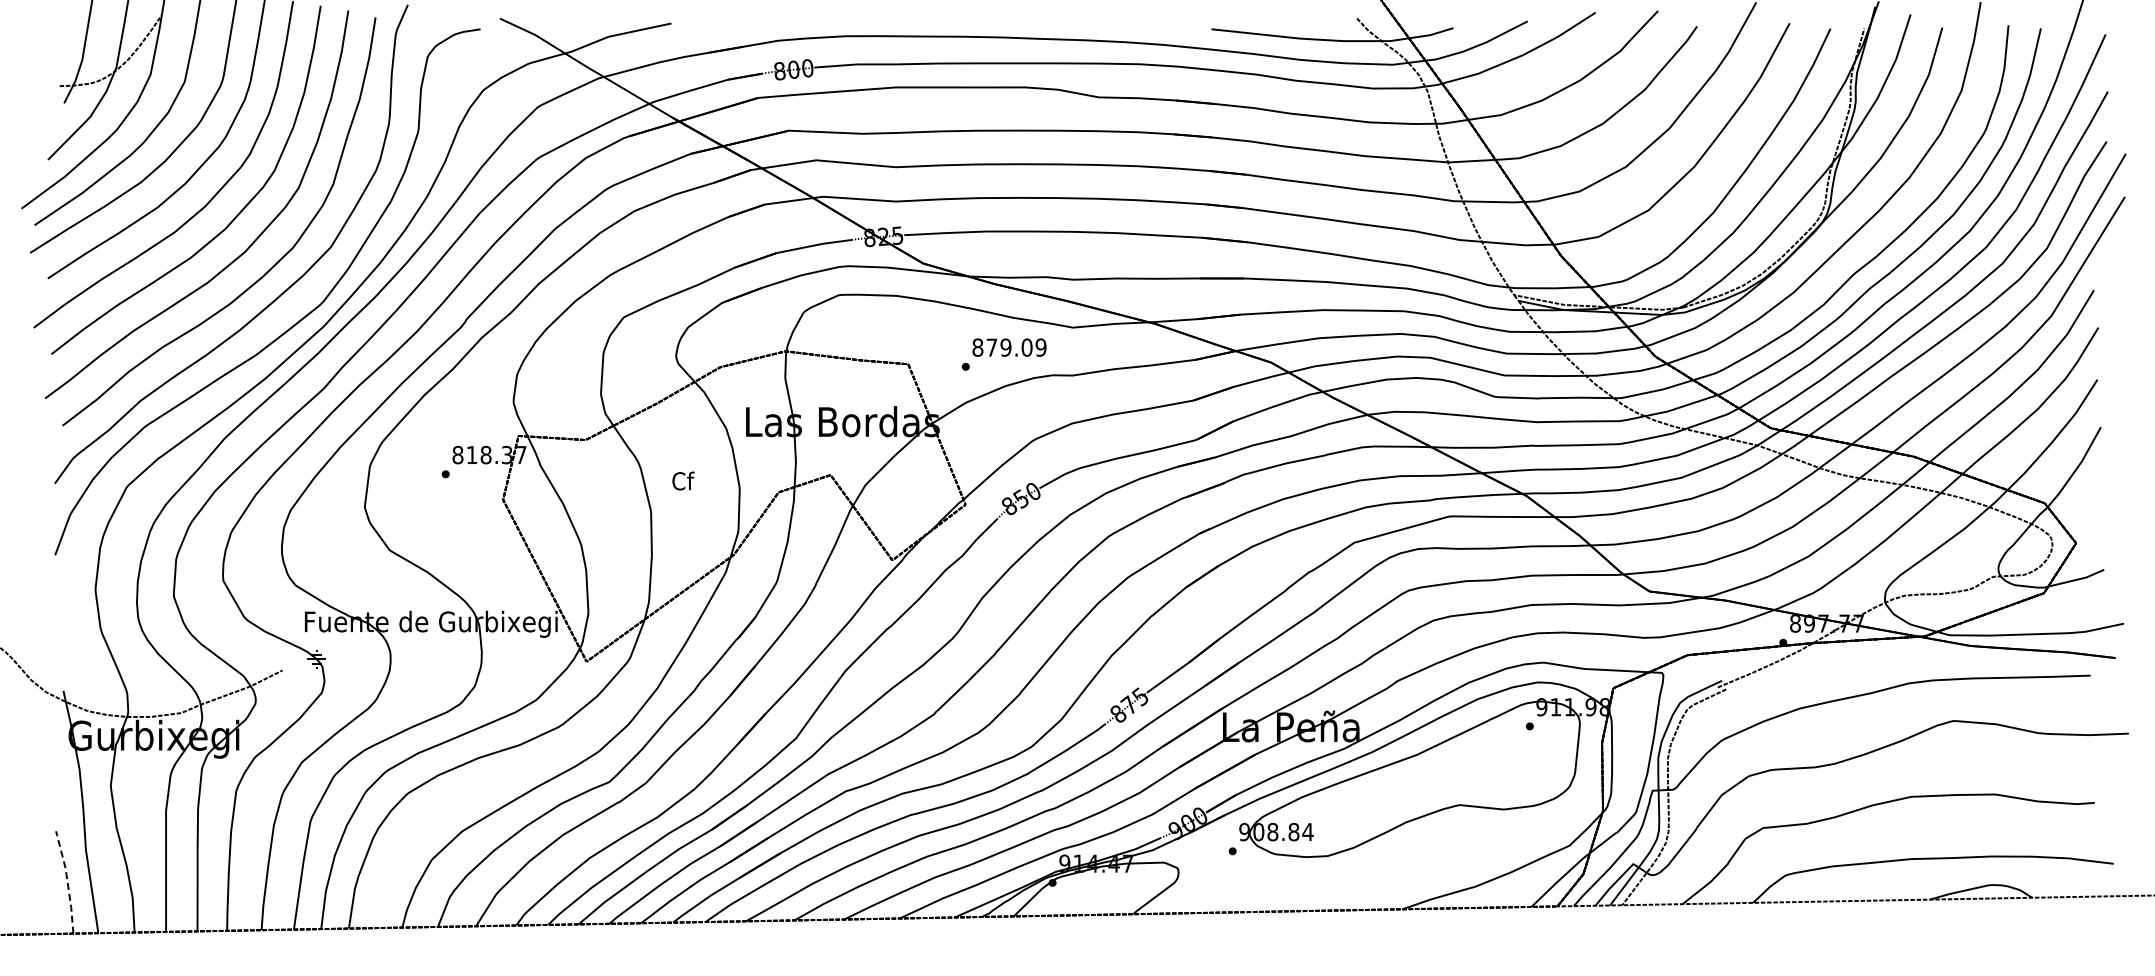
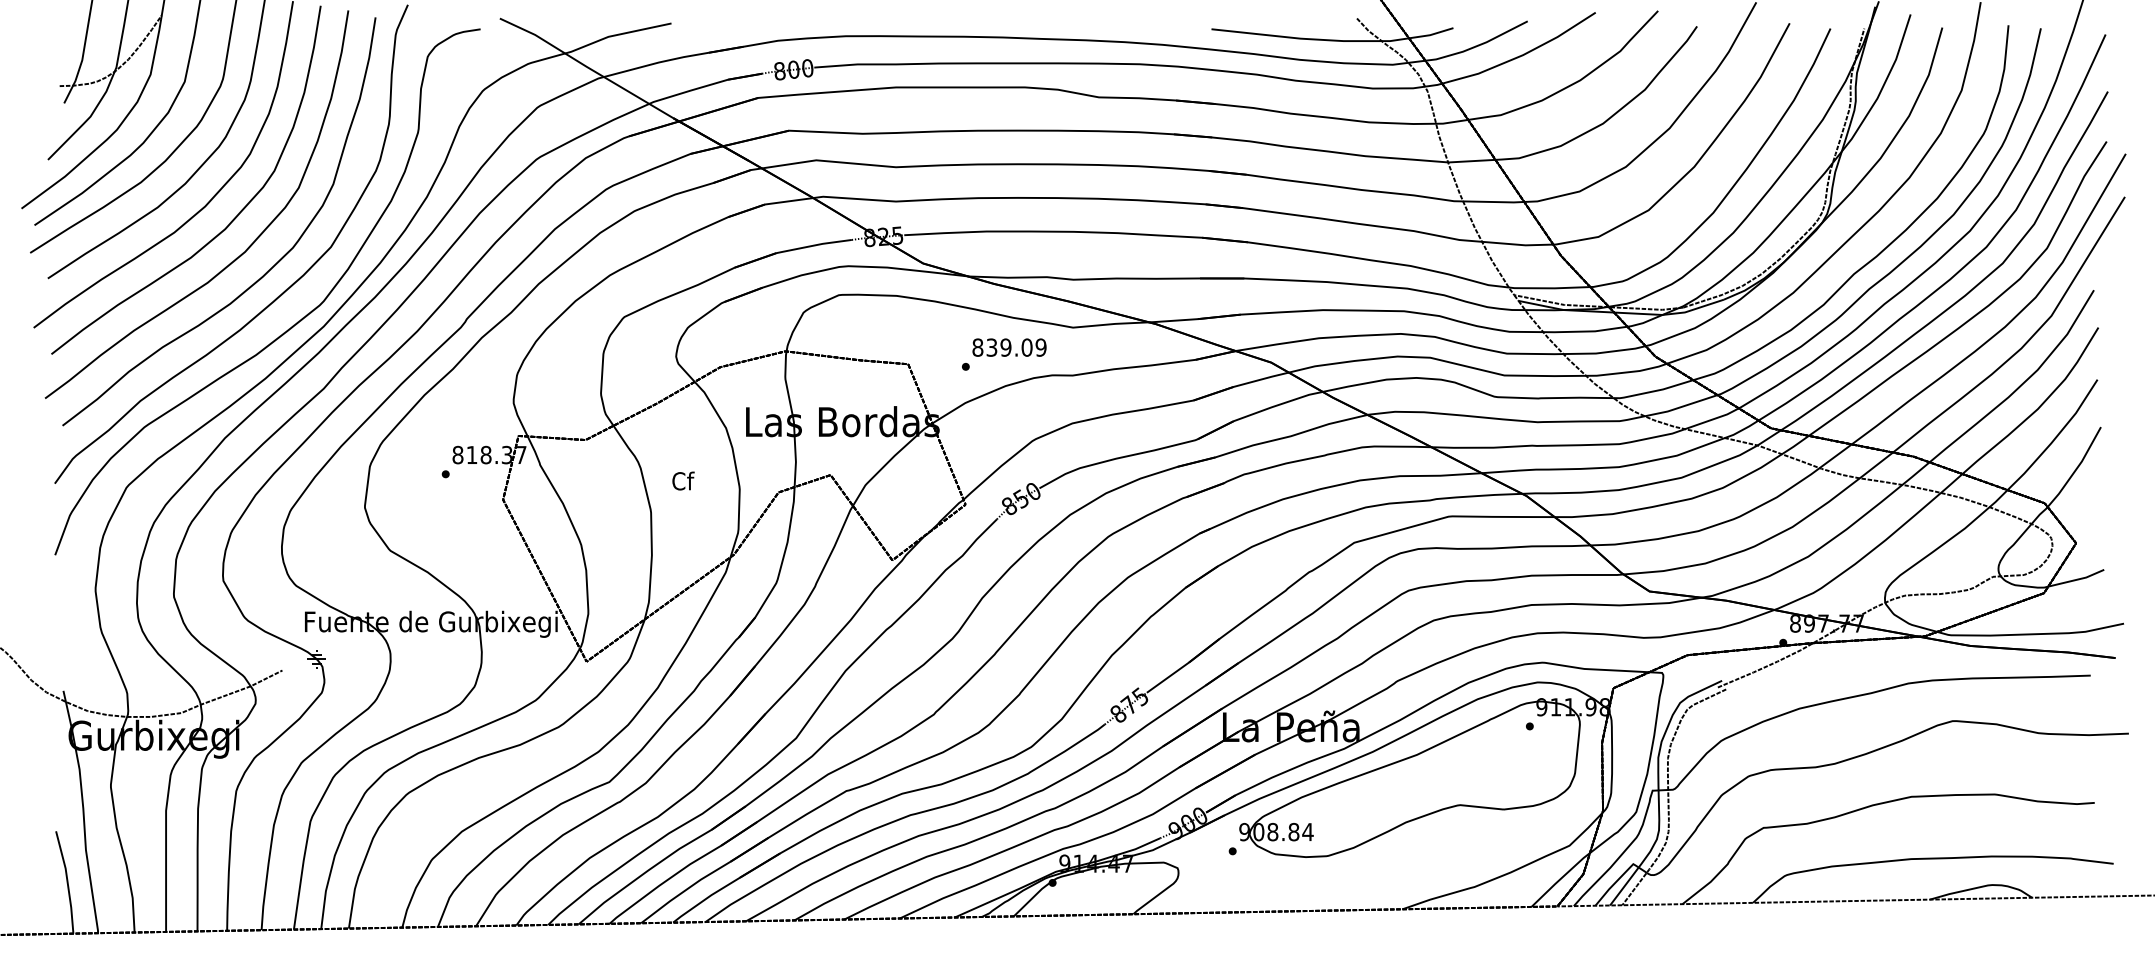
text at (991, 347): 879.09 -> 839.09
line at (67, 882): dashed -> solid
